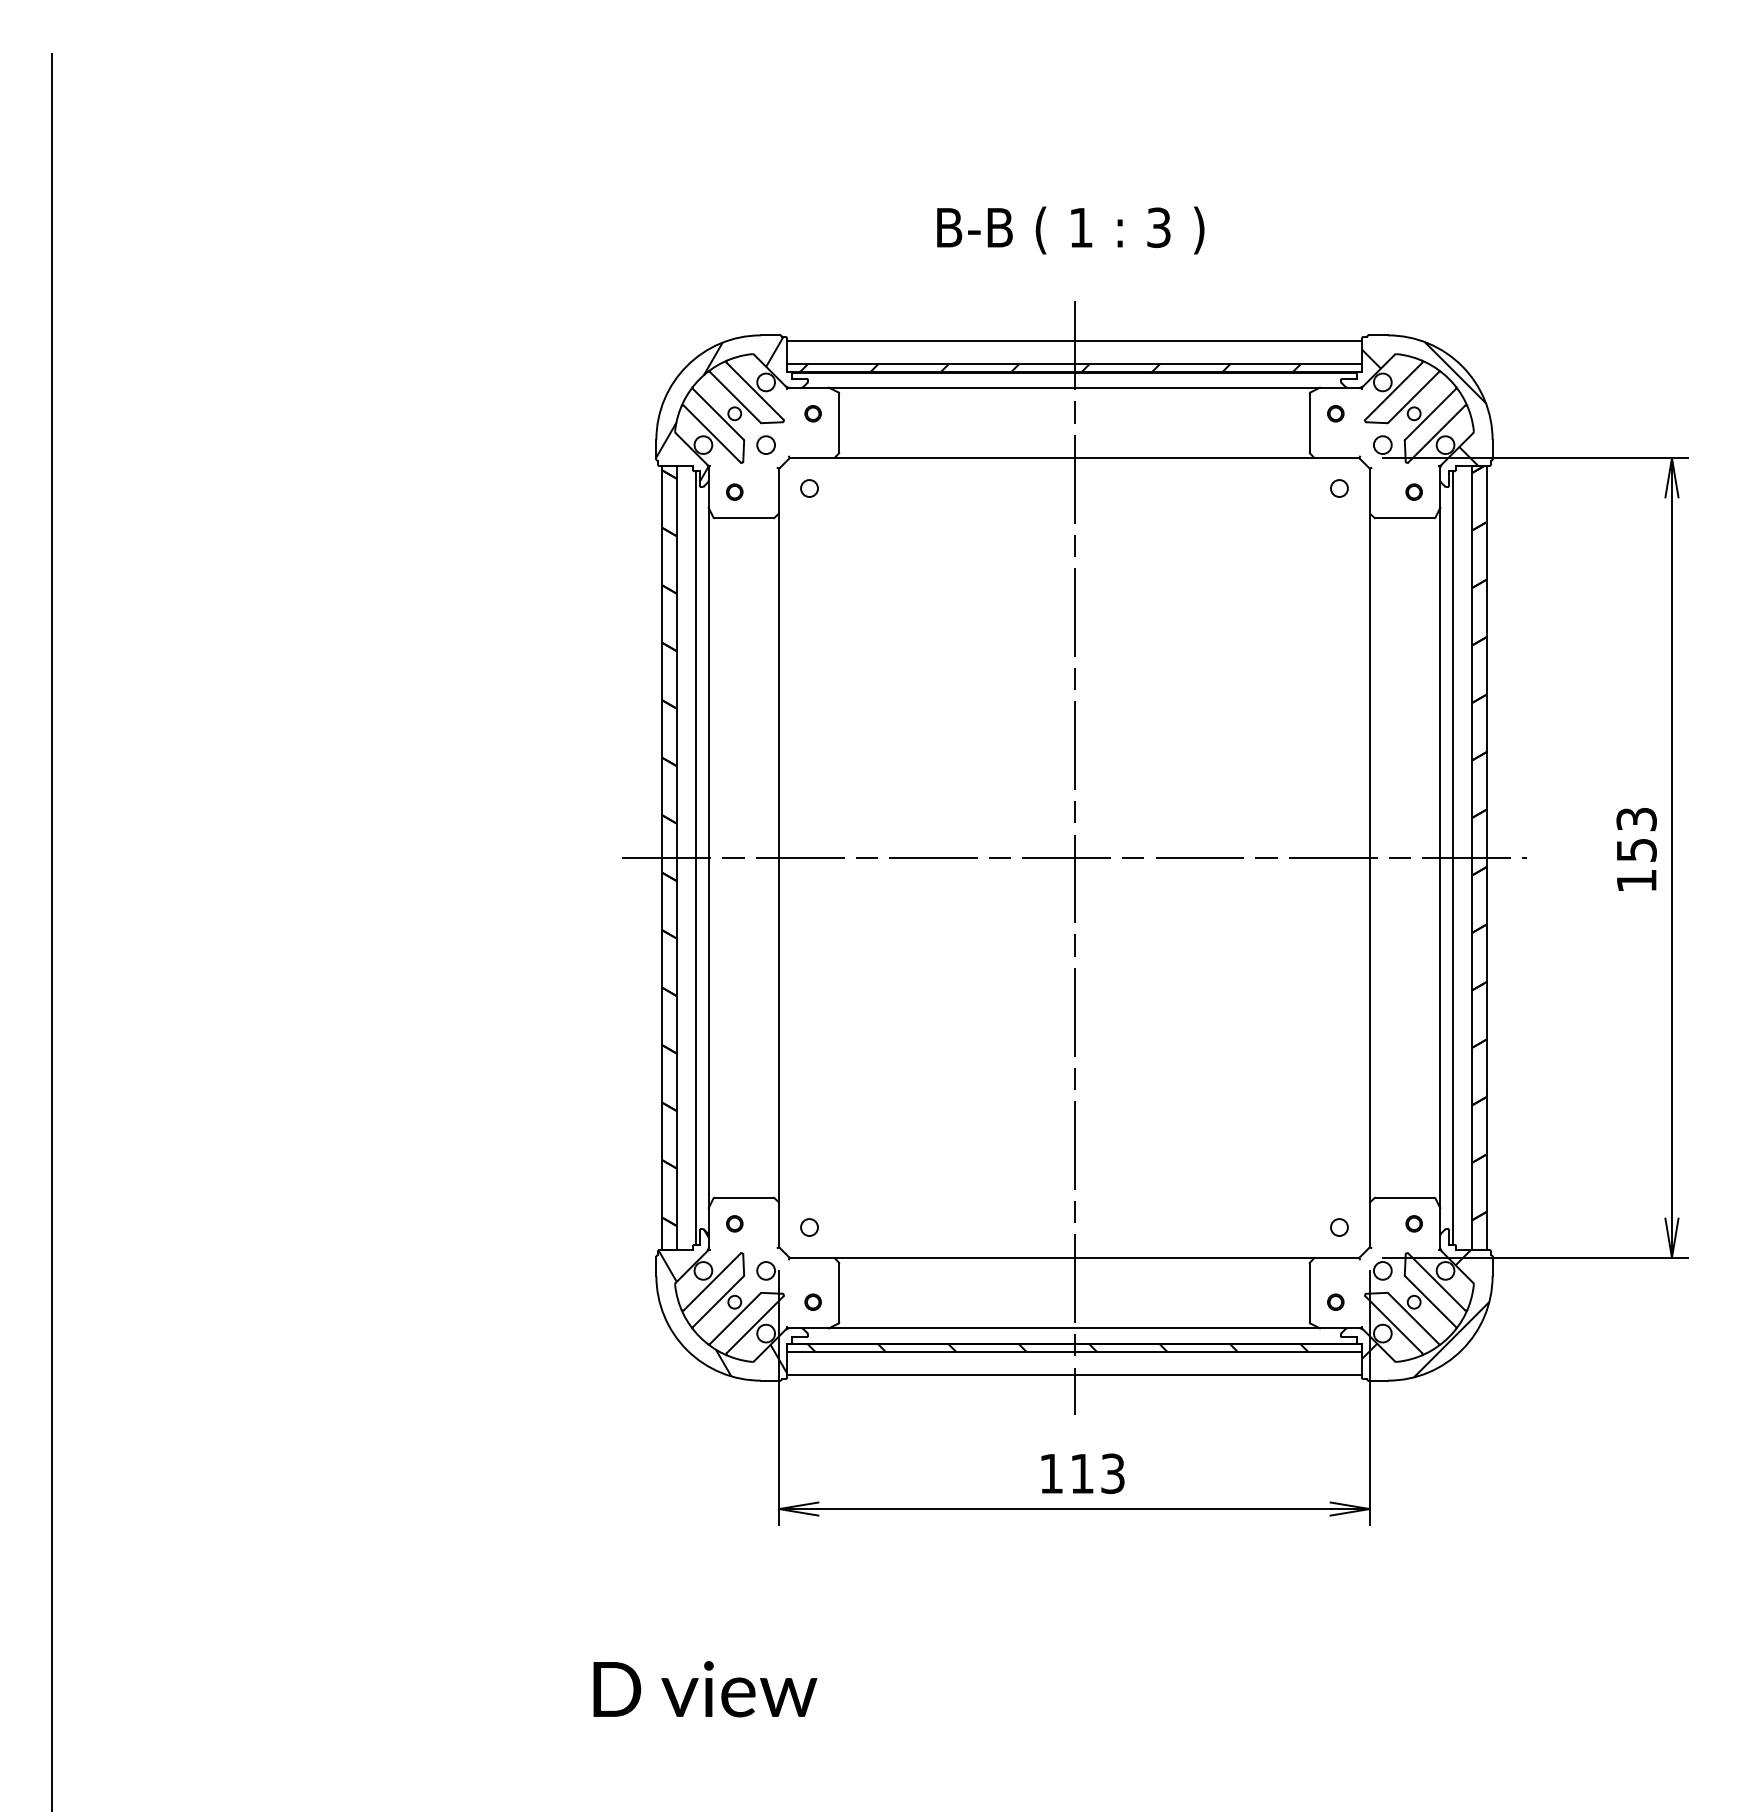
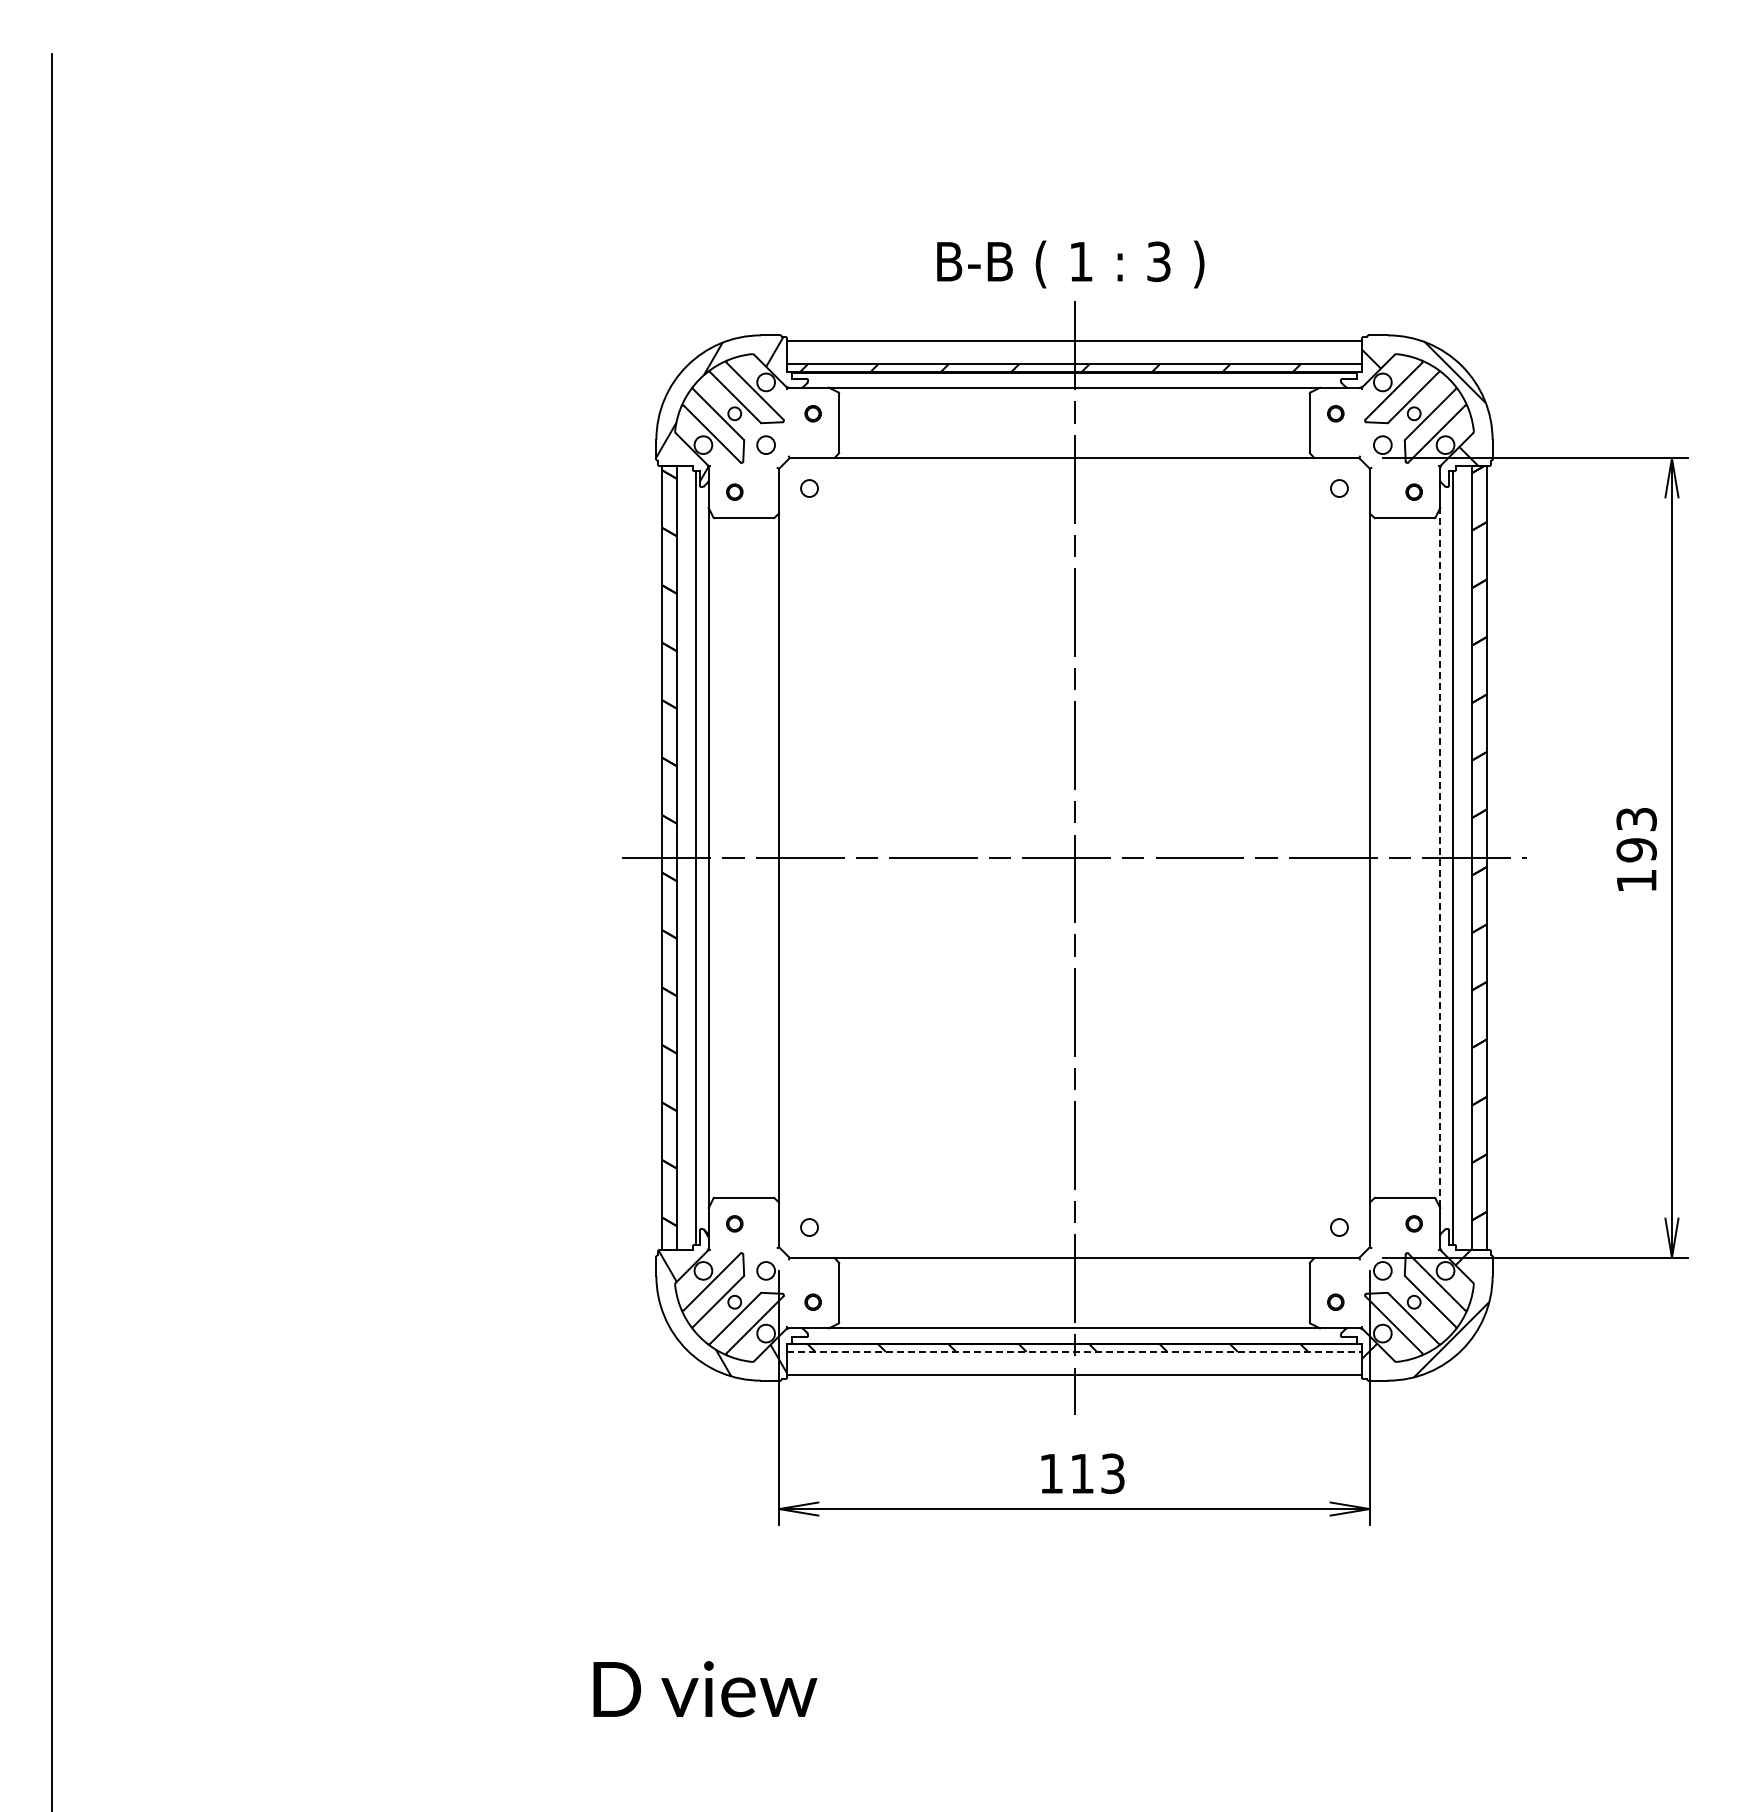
text at (1070, 230) position: (1070, 230) -> (1070, 264)
text at (1636, 850): 153 -> 193
line at (1440, 858): solid -> dashed
line at (1074, 1351): solid -> dashed
